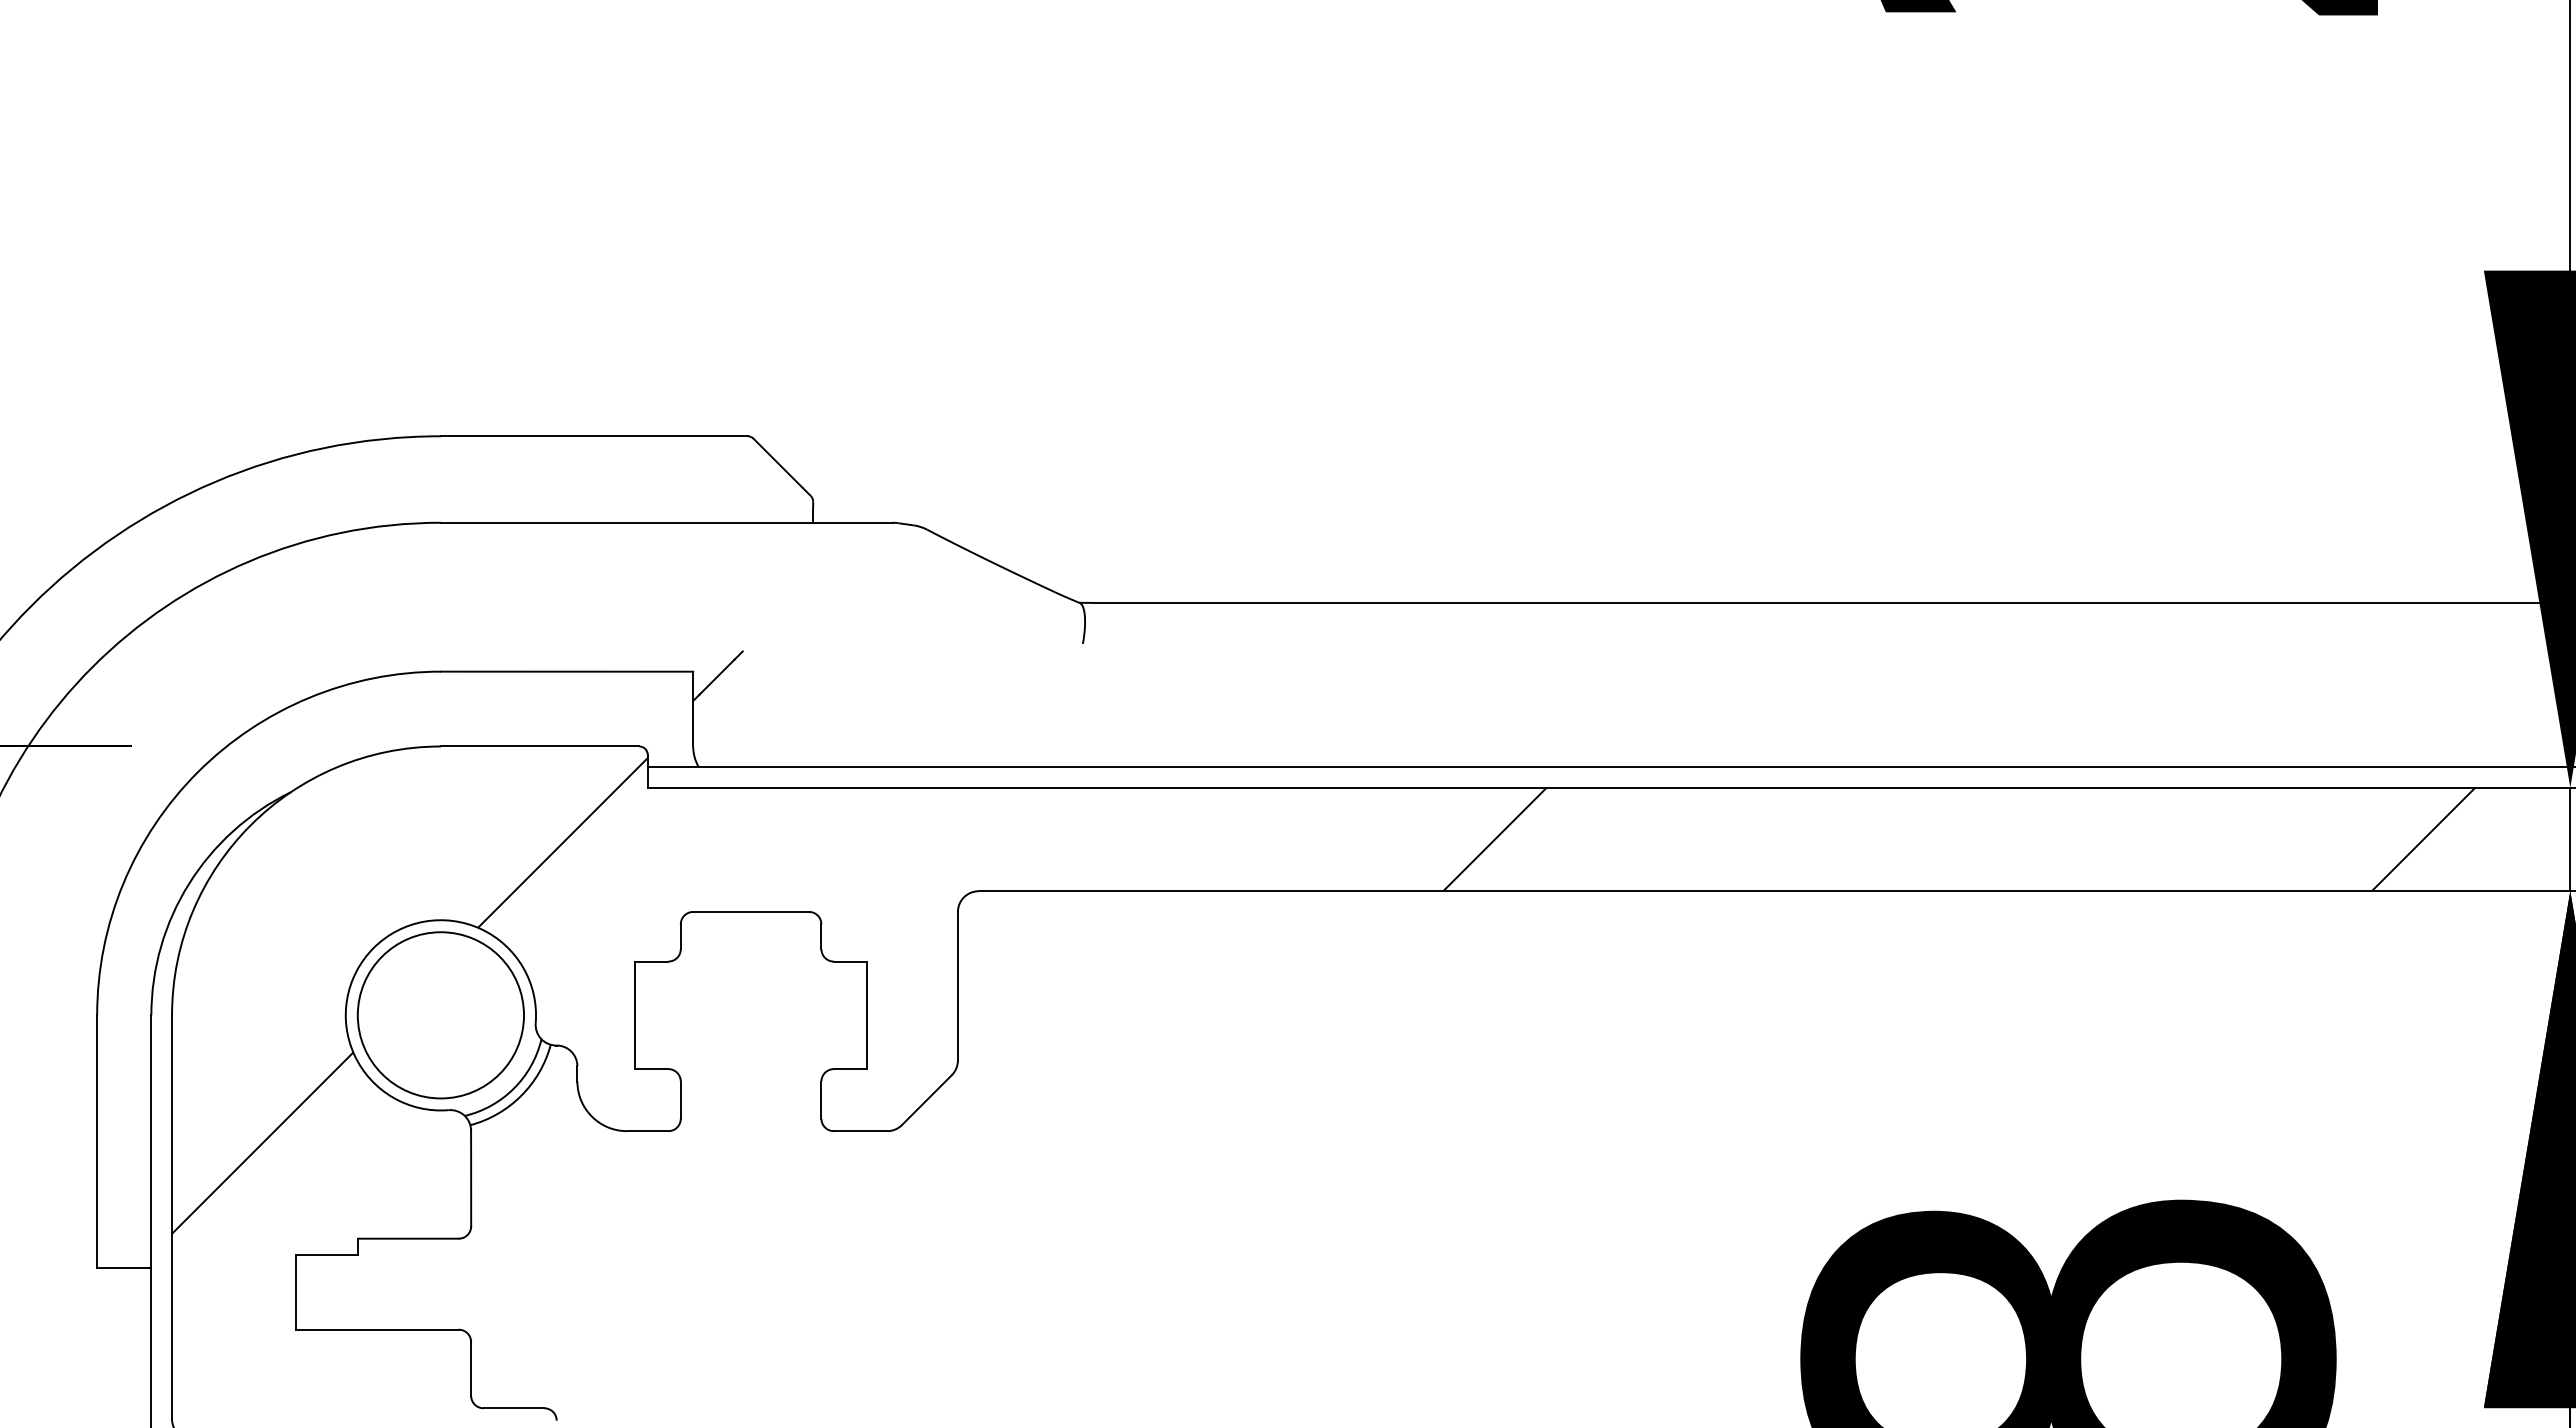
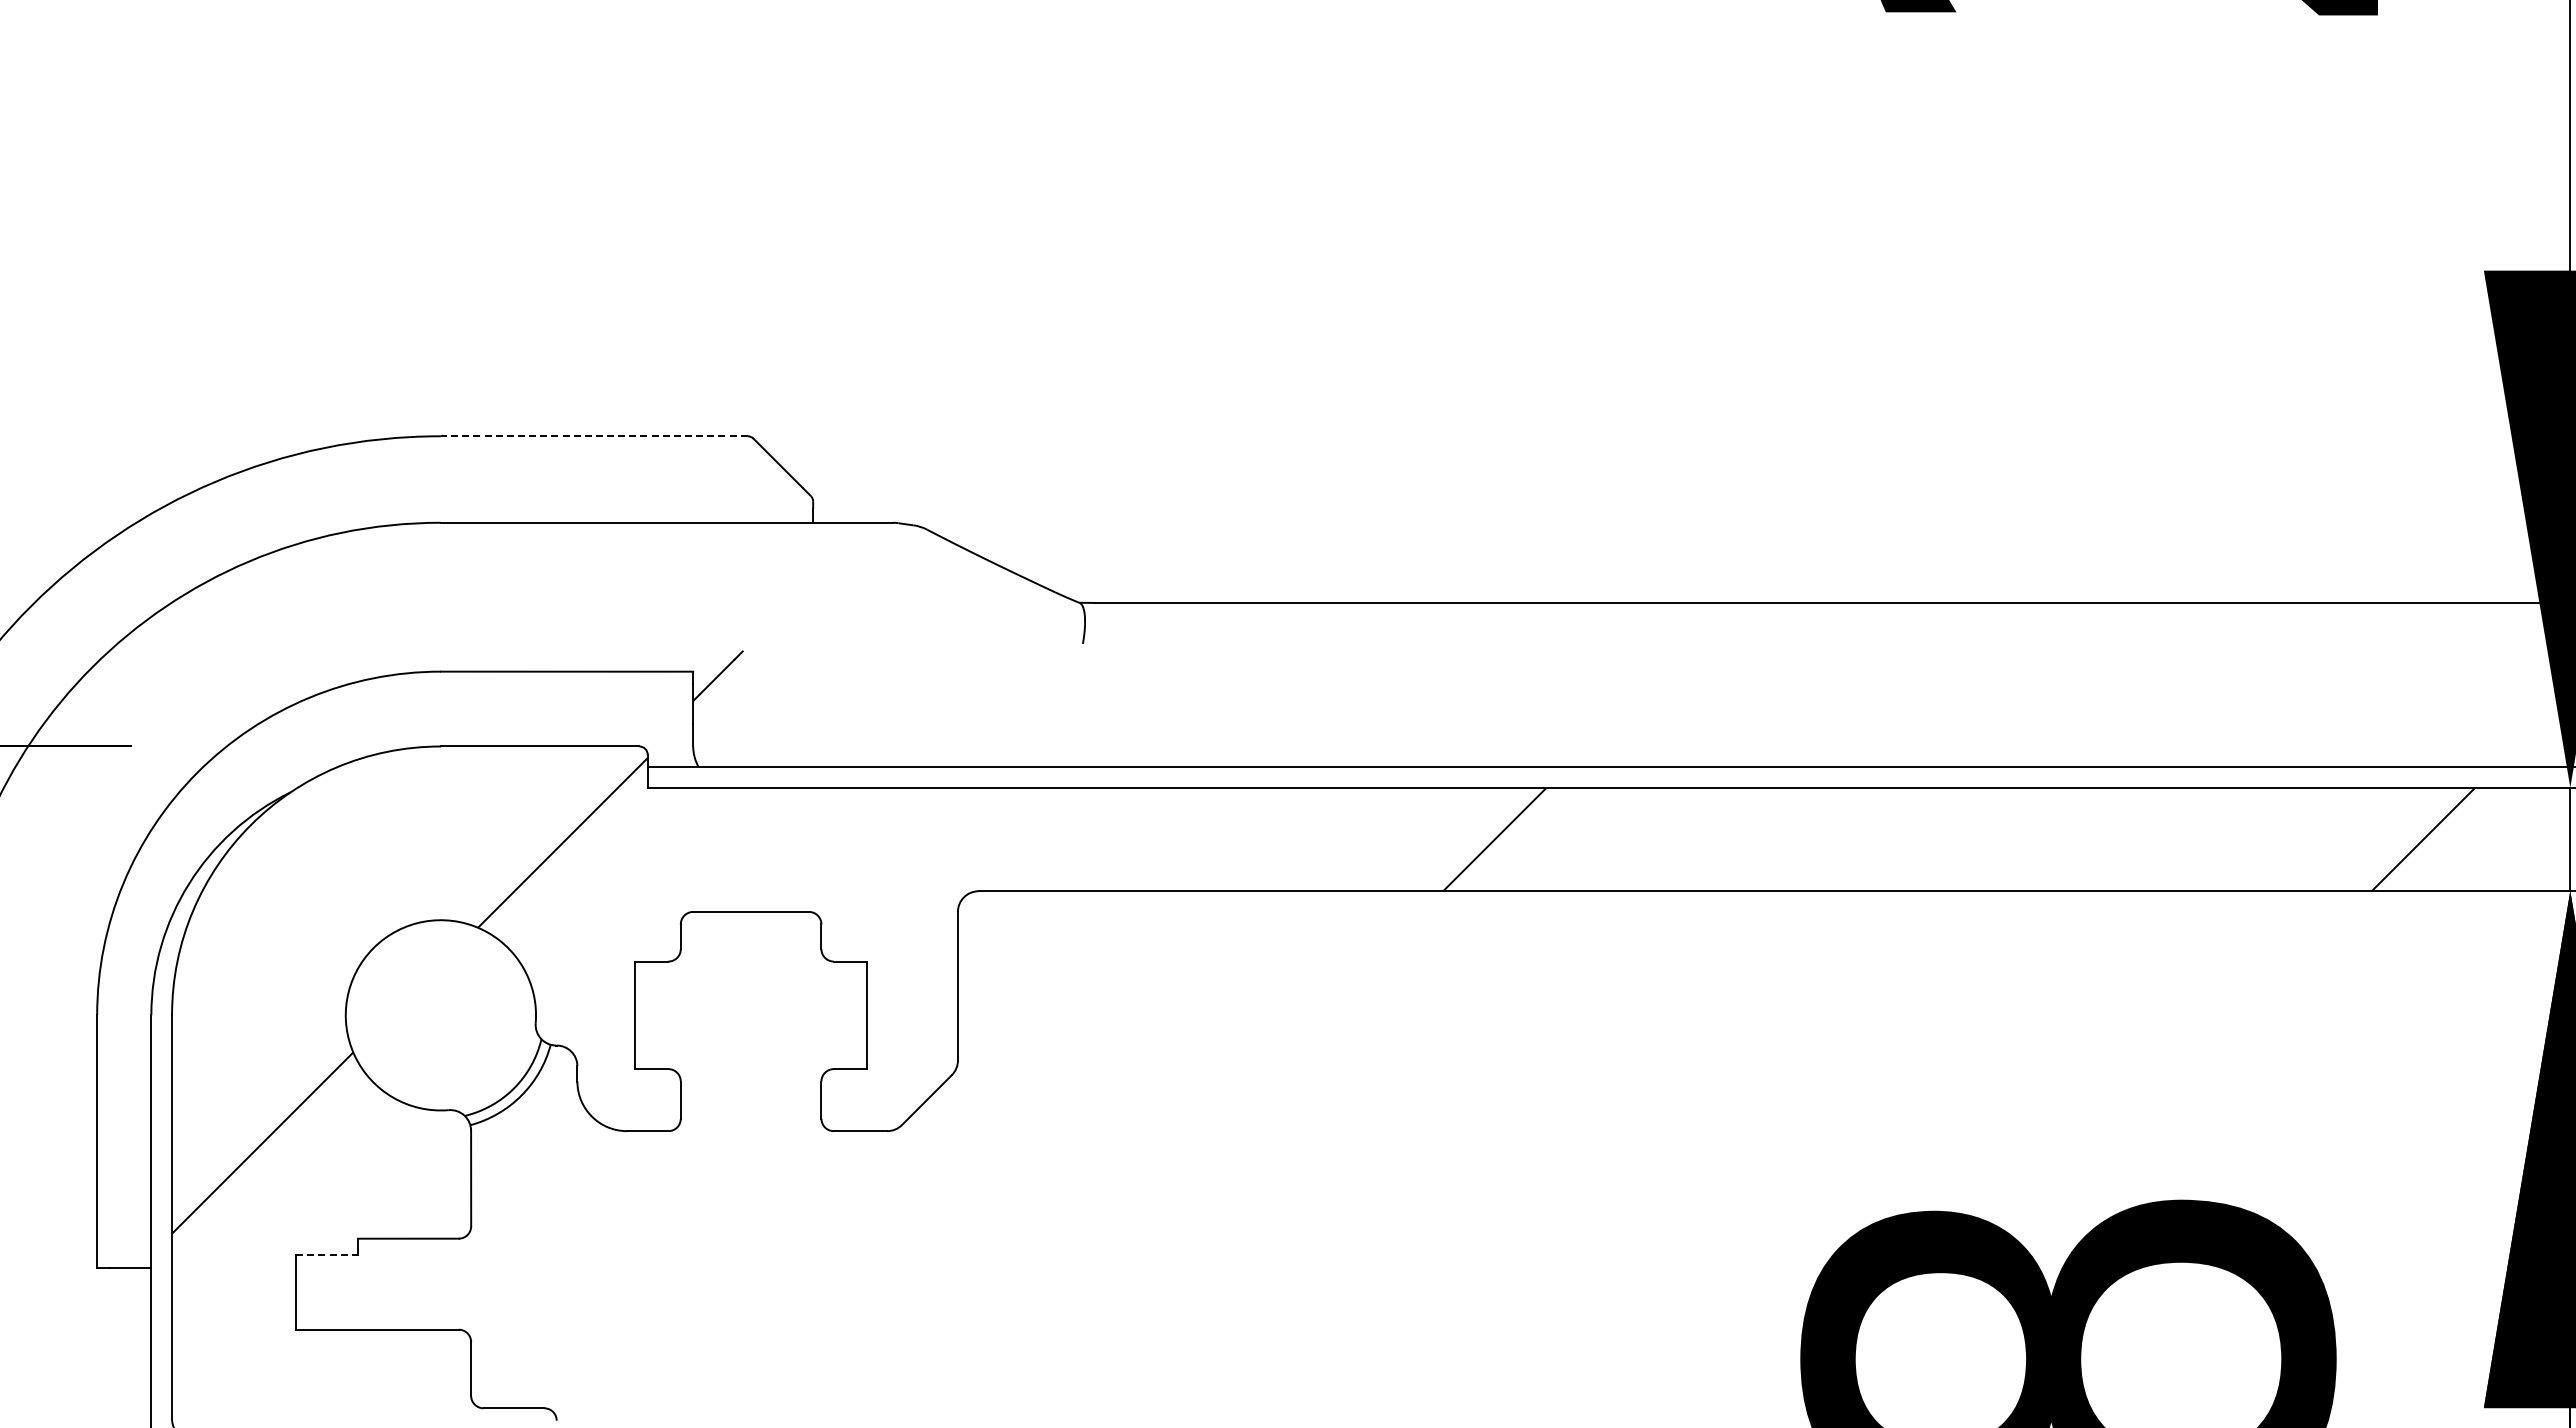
line at (593, 436): solid -> dashed
circle at (440, 1015): present -> none
line at (327, 1255): solid -> dashed
